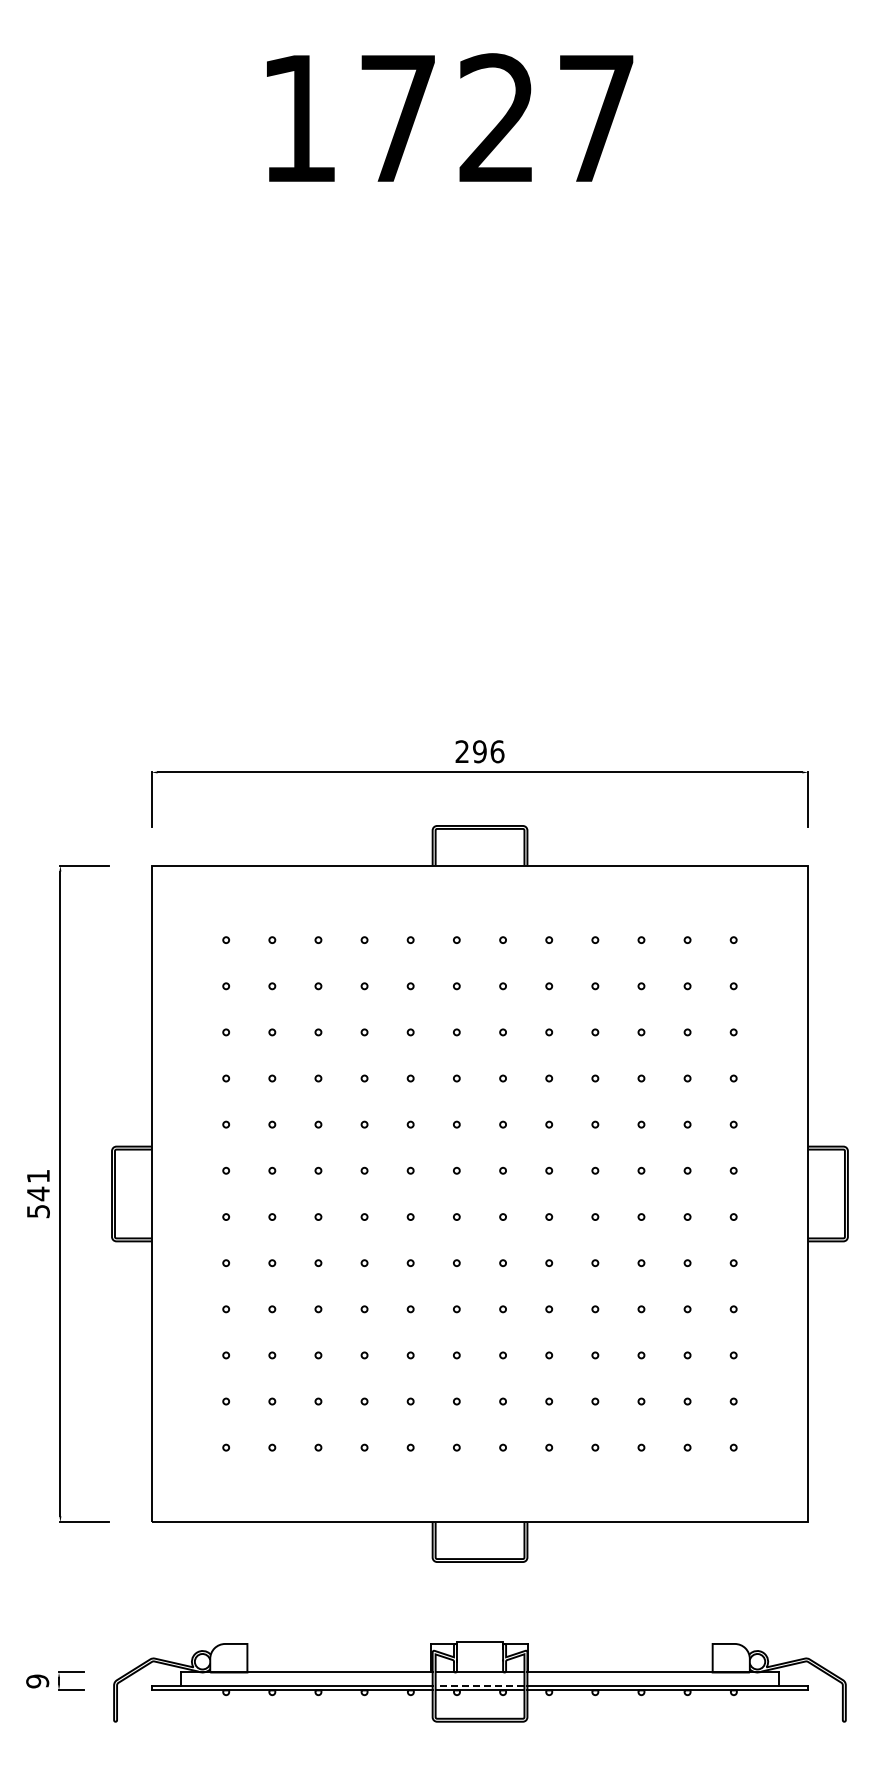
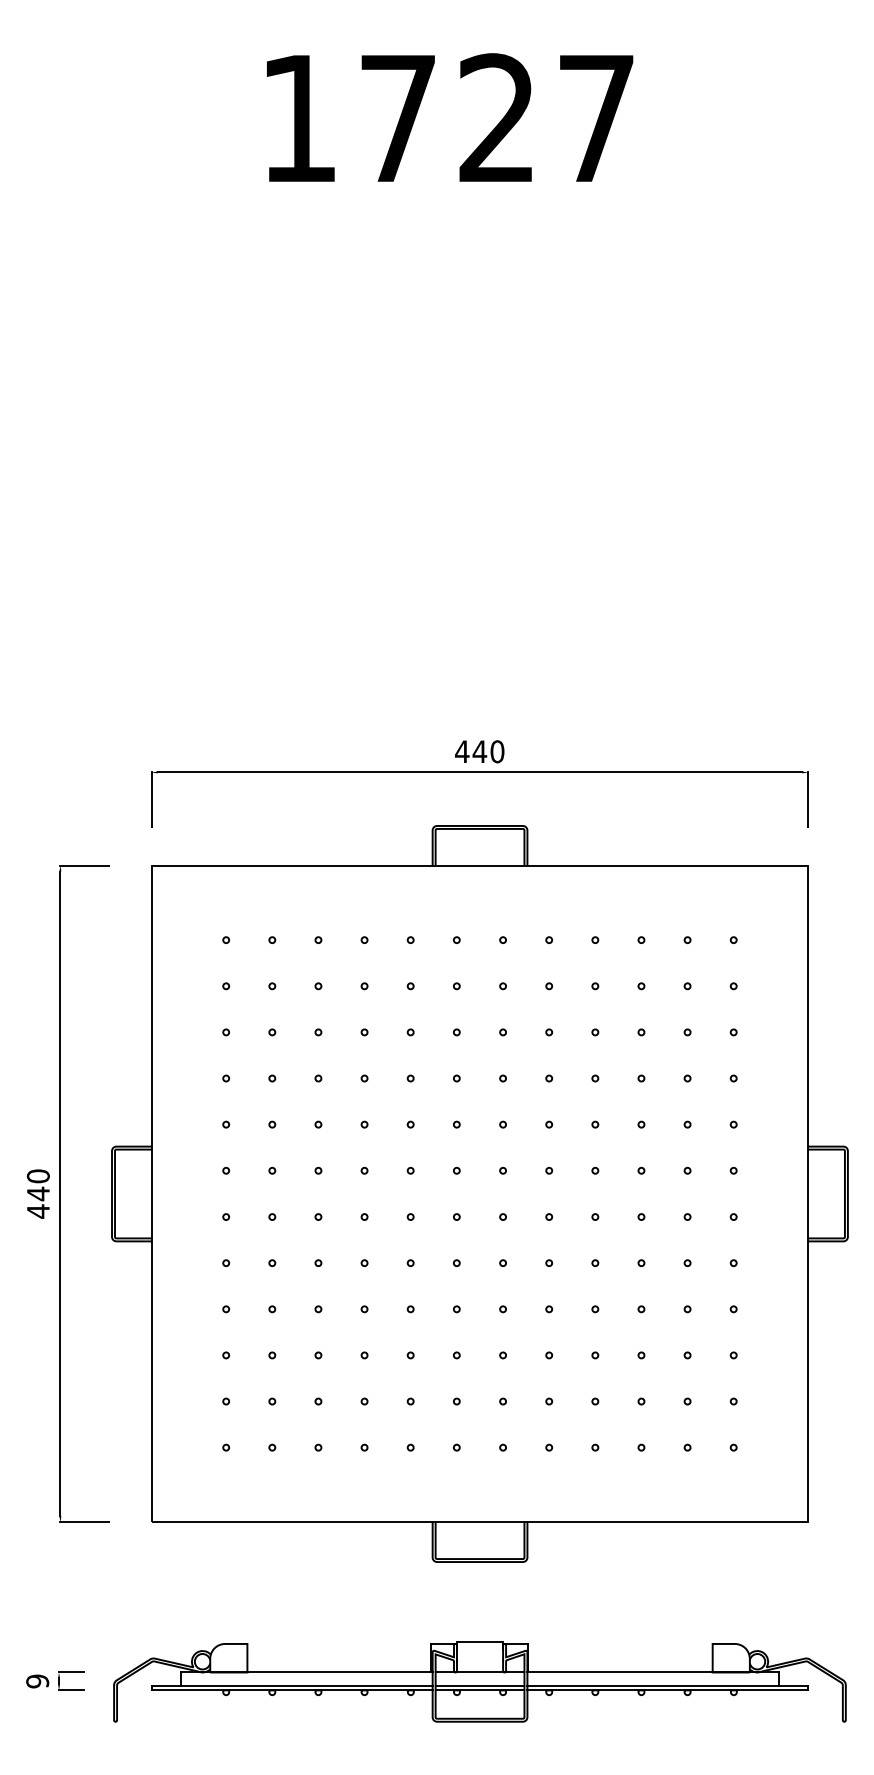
text at (479, 751): 296 -> 440
text at (37, 1193): 541 -> 440
line at (479, 1685): dashed -> solid
